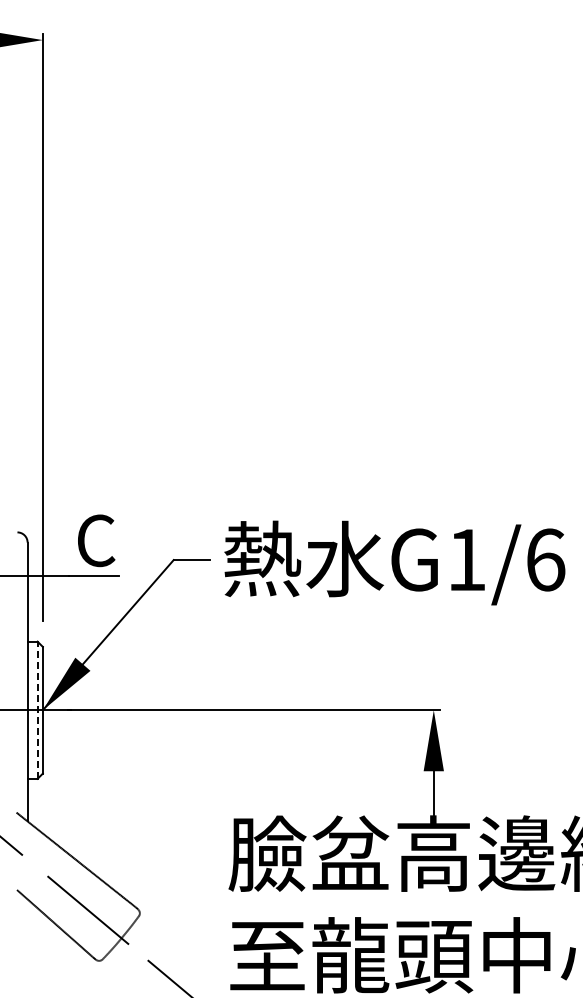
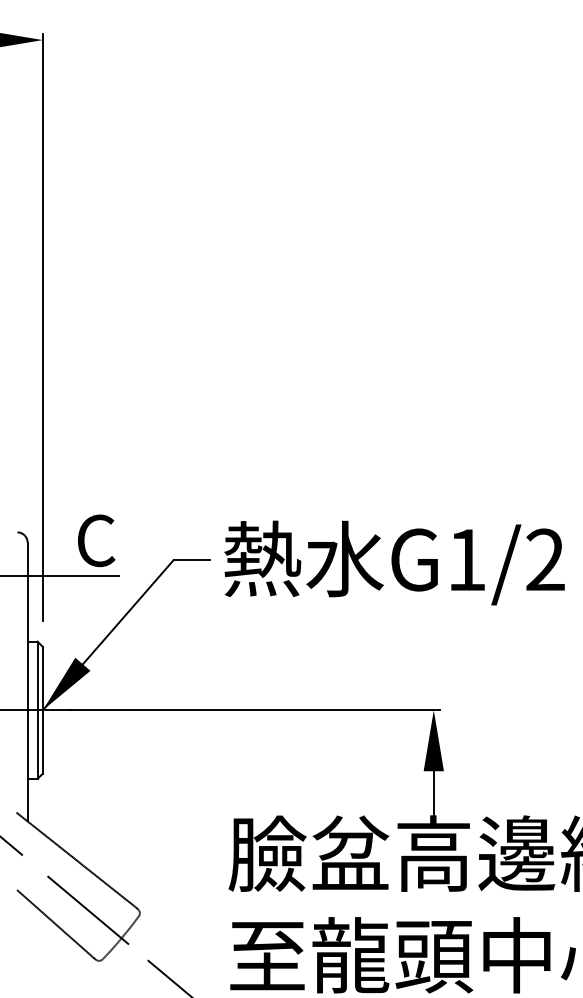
text at (545, 559): G1/6 -> G1/2
line at (37, 710): dashed -> solid
